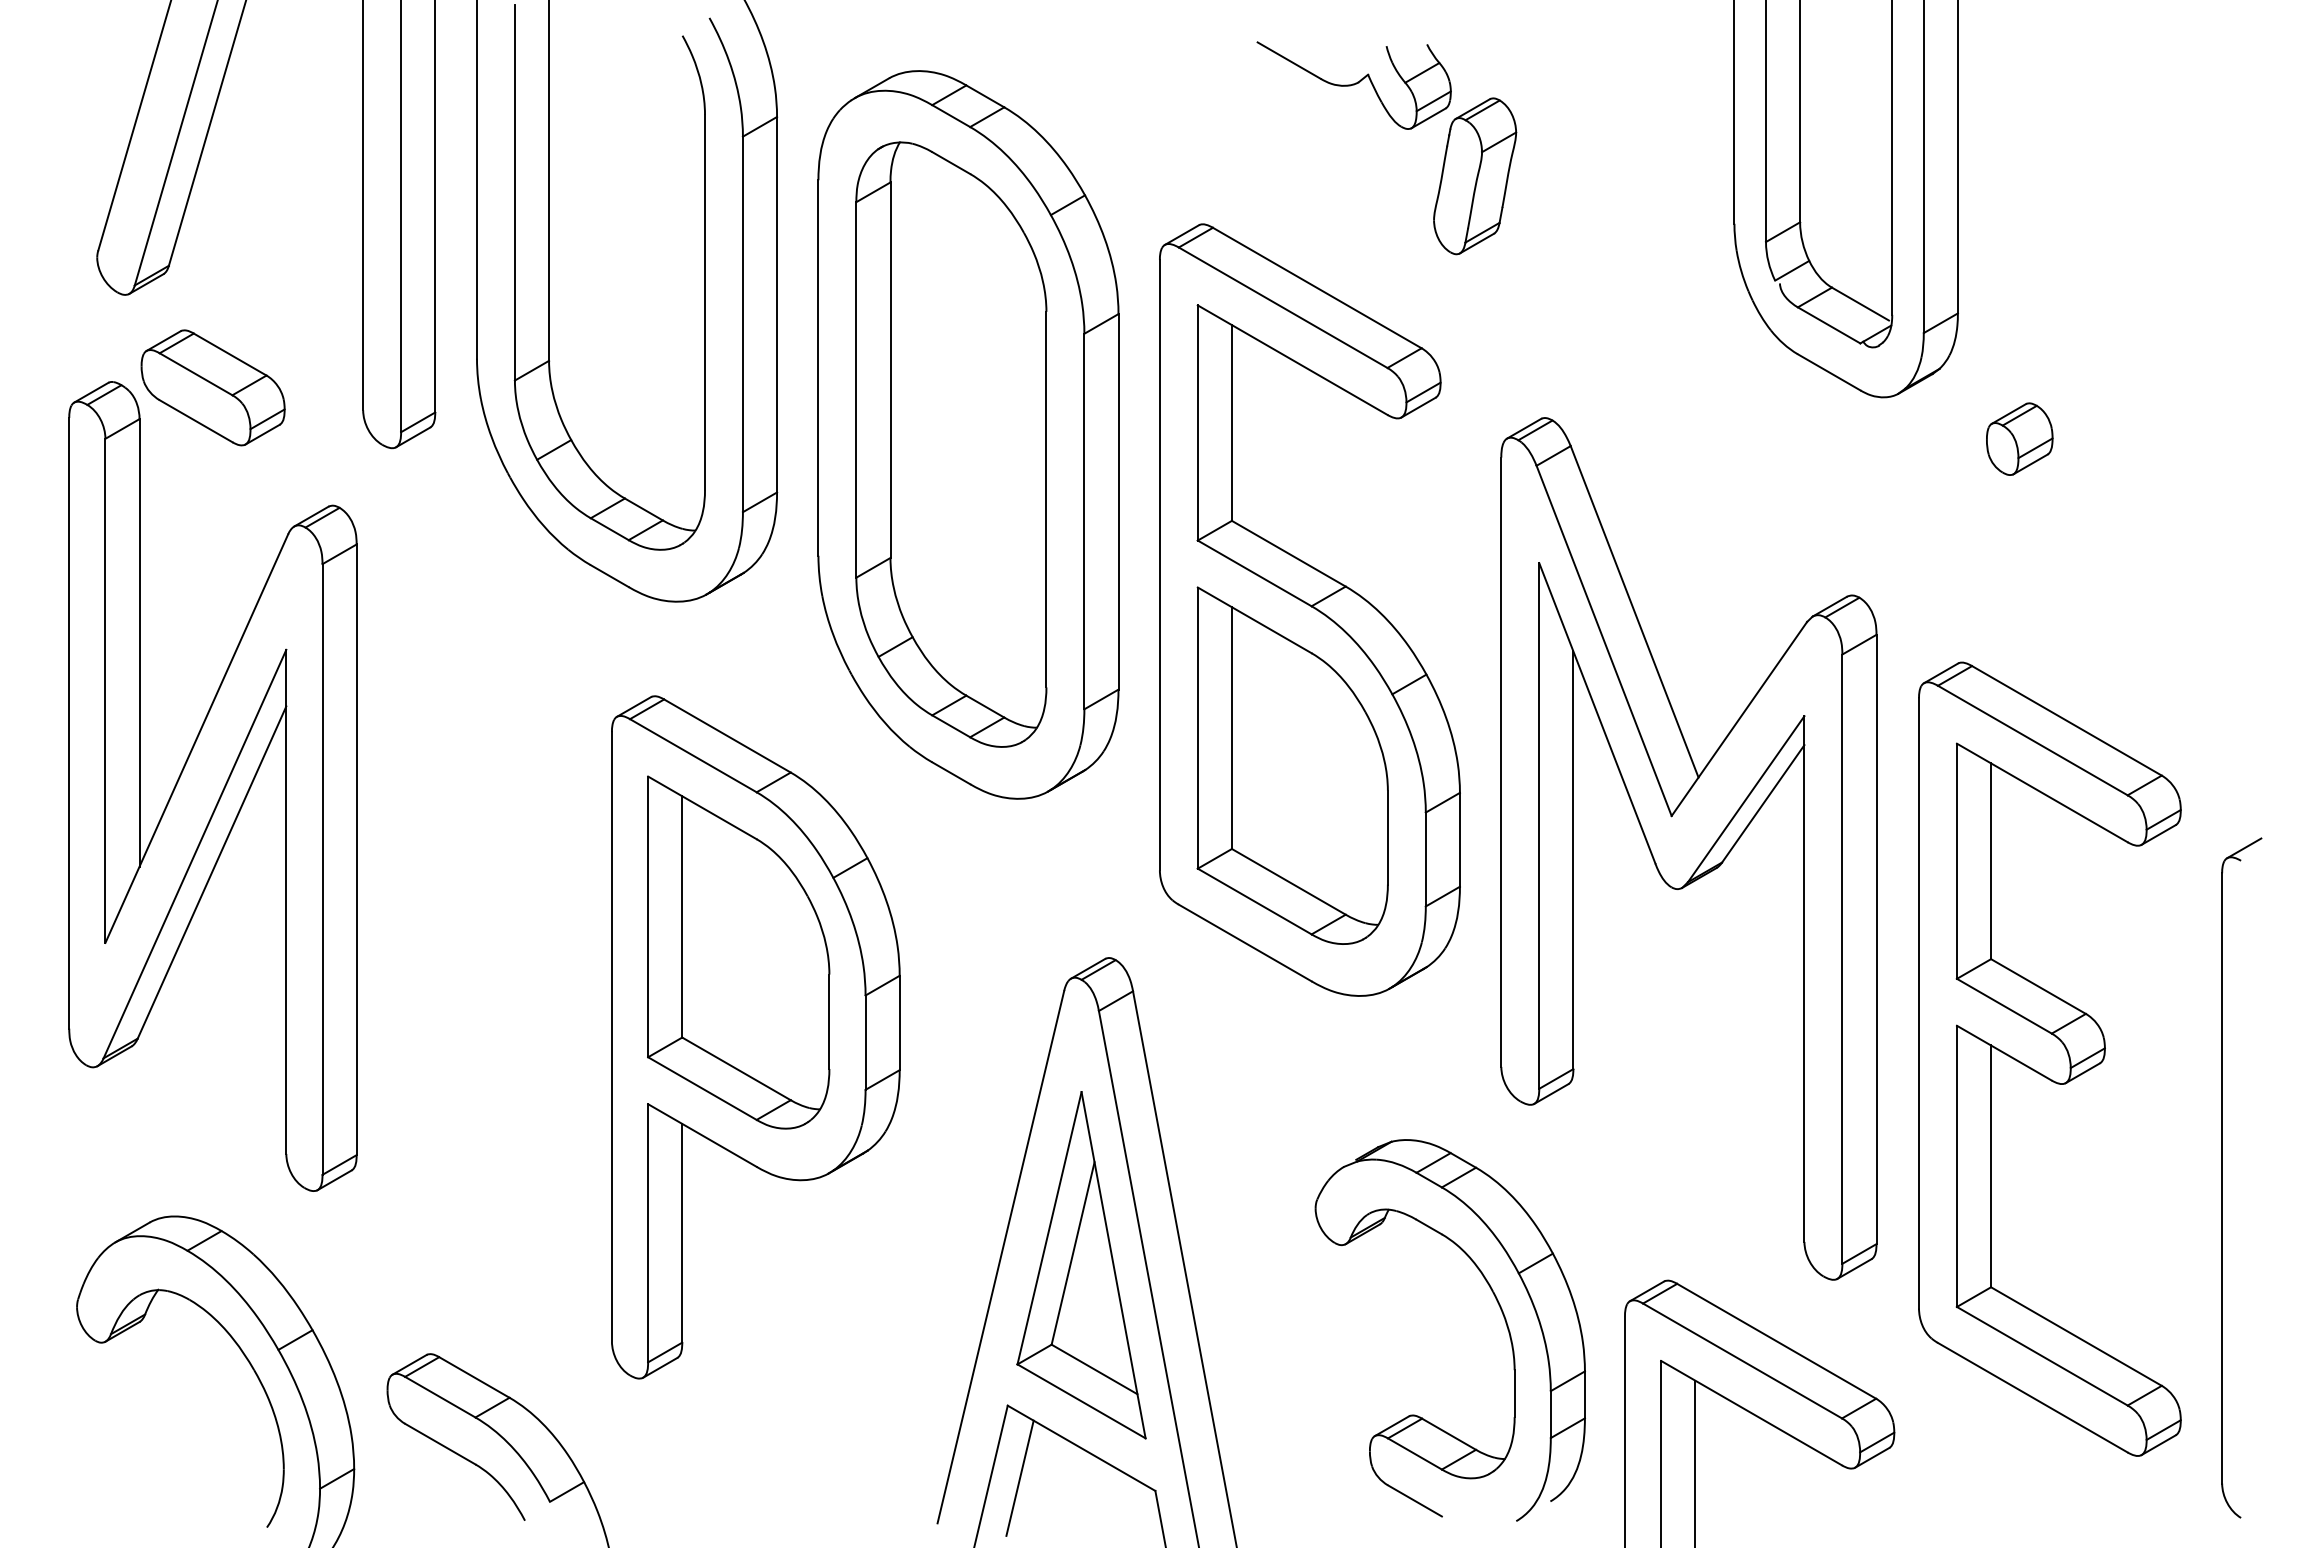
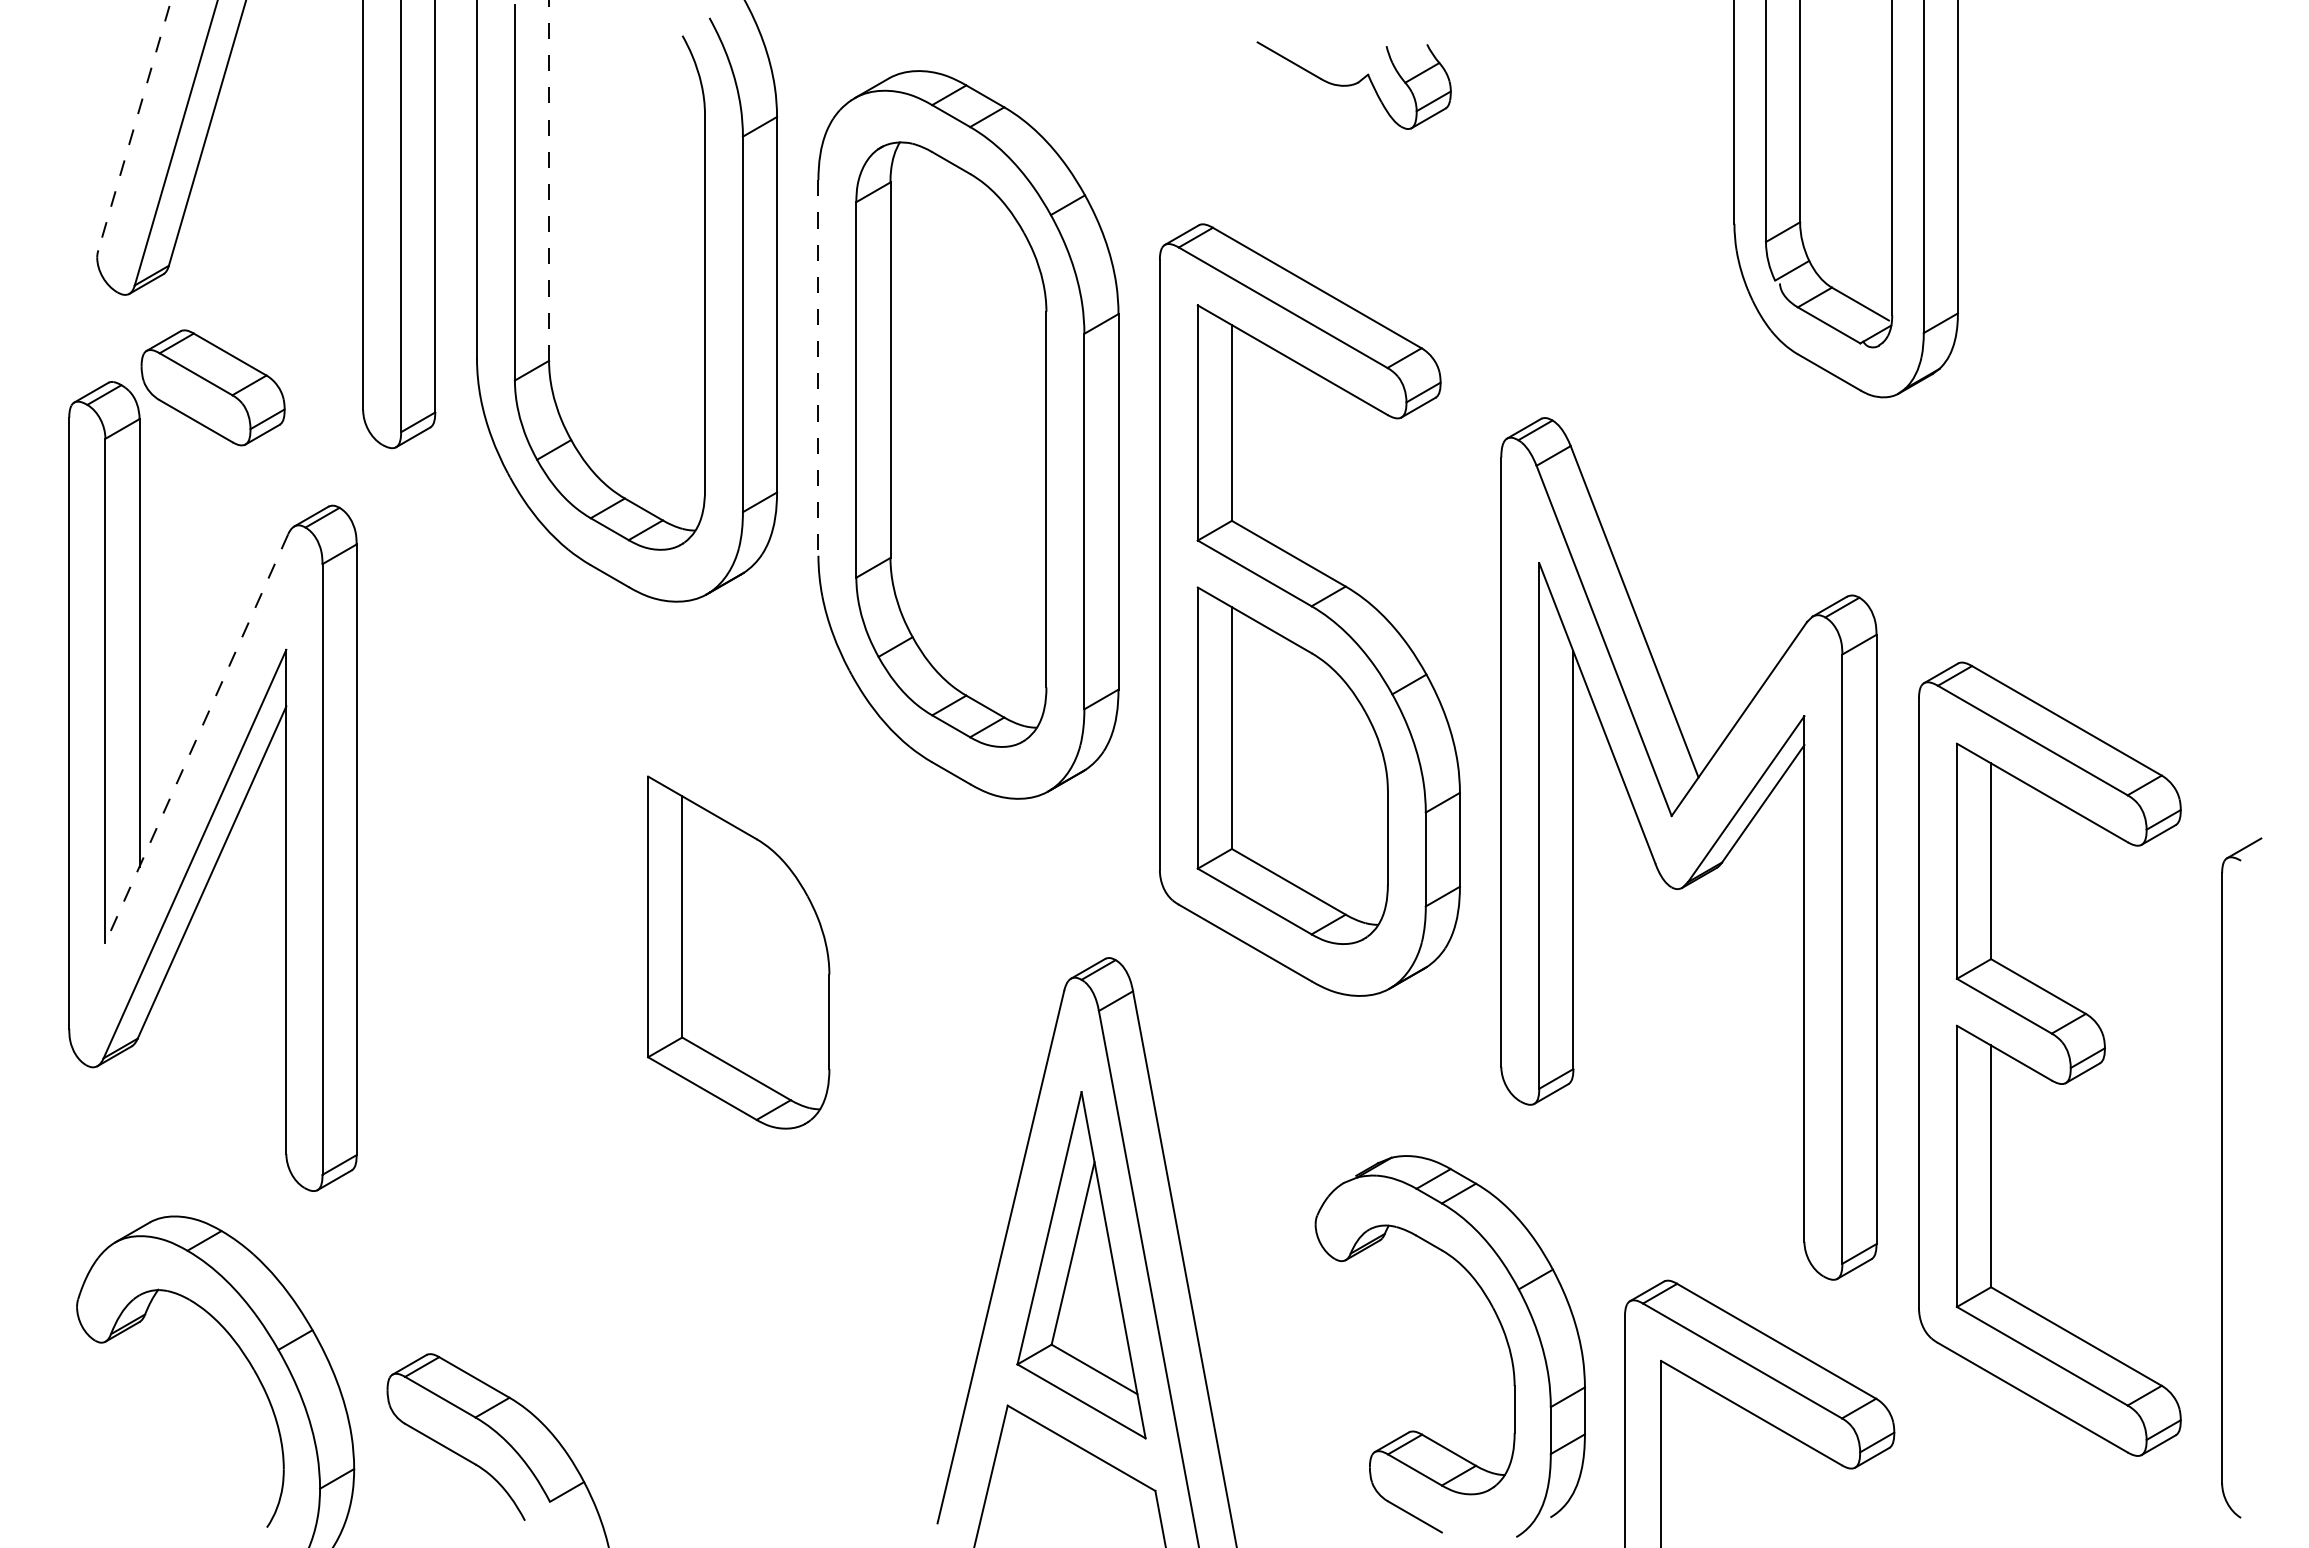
line at (134, 125): solid -> dashed
part at (1475, 176): present -> none
line at (549, 180): solid -> dashed
line at (818, 368): solid -> dashed
part at (2019, 438): present -> none
line at (196, 738): solid -> dashed
part at (755, 1037): present -> none
part at (1498, 1305) position: (1498, 1305) -> (1498, 1321)
line at (1695, 1462): present -> none
line at (1019, 1477): present -> none
